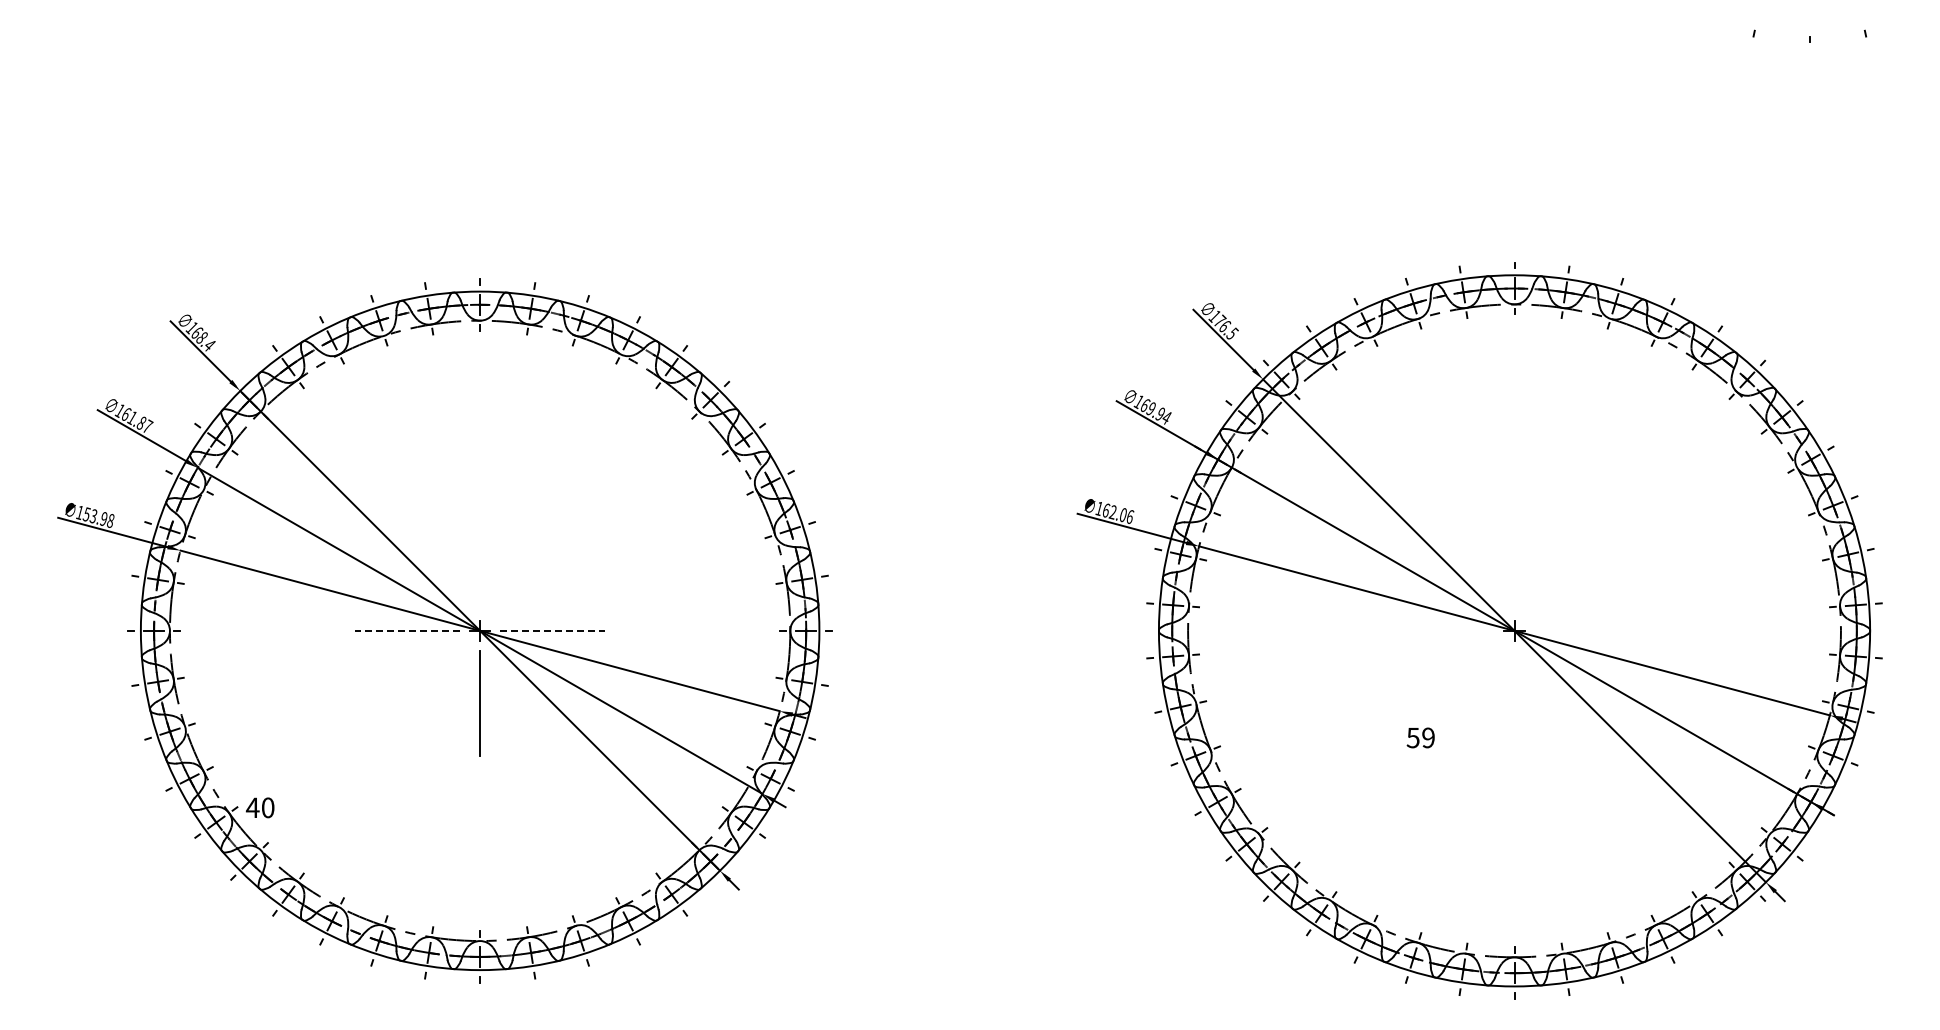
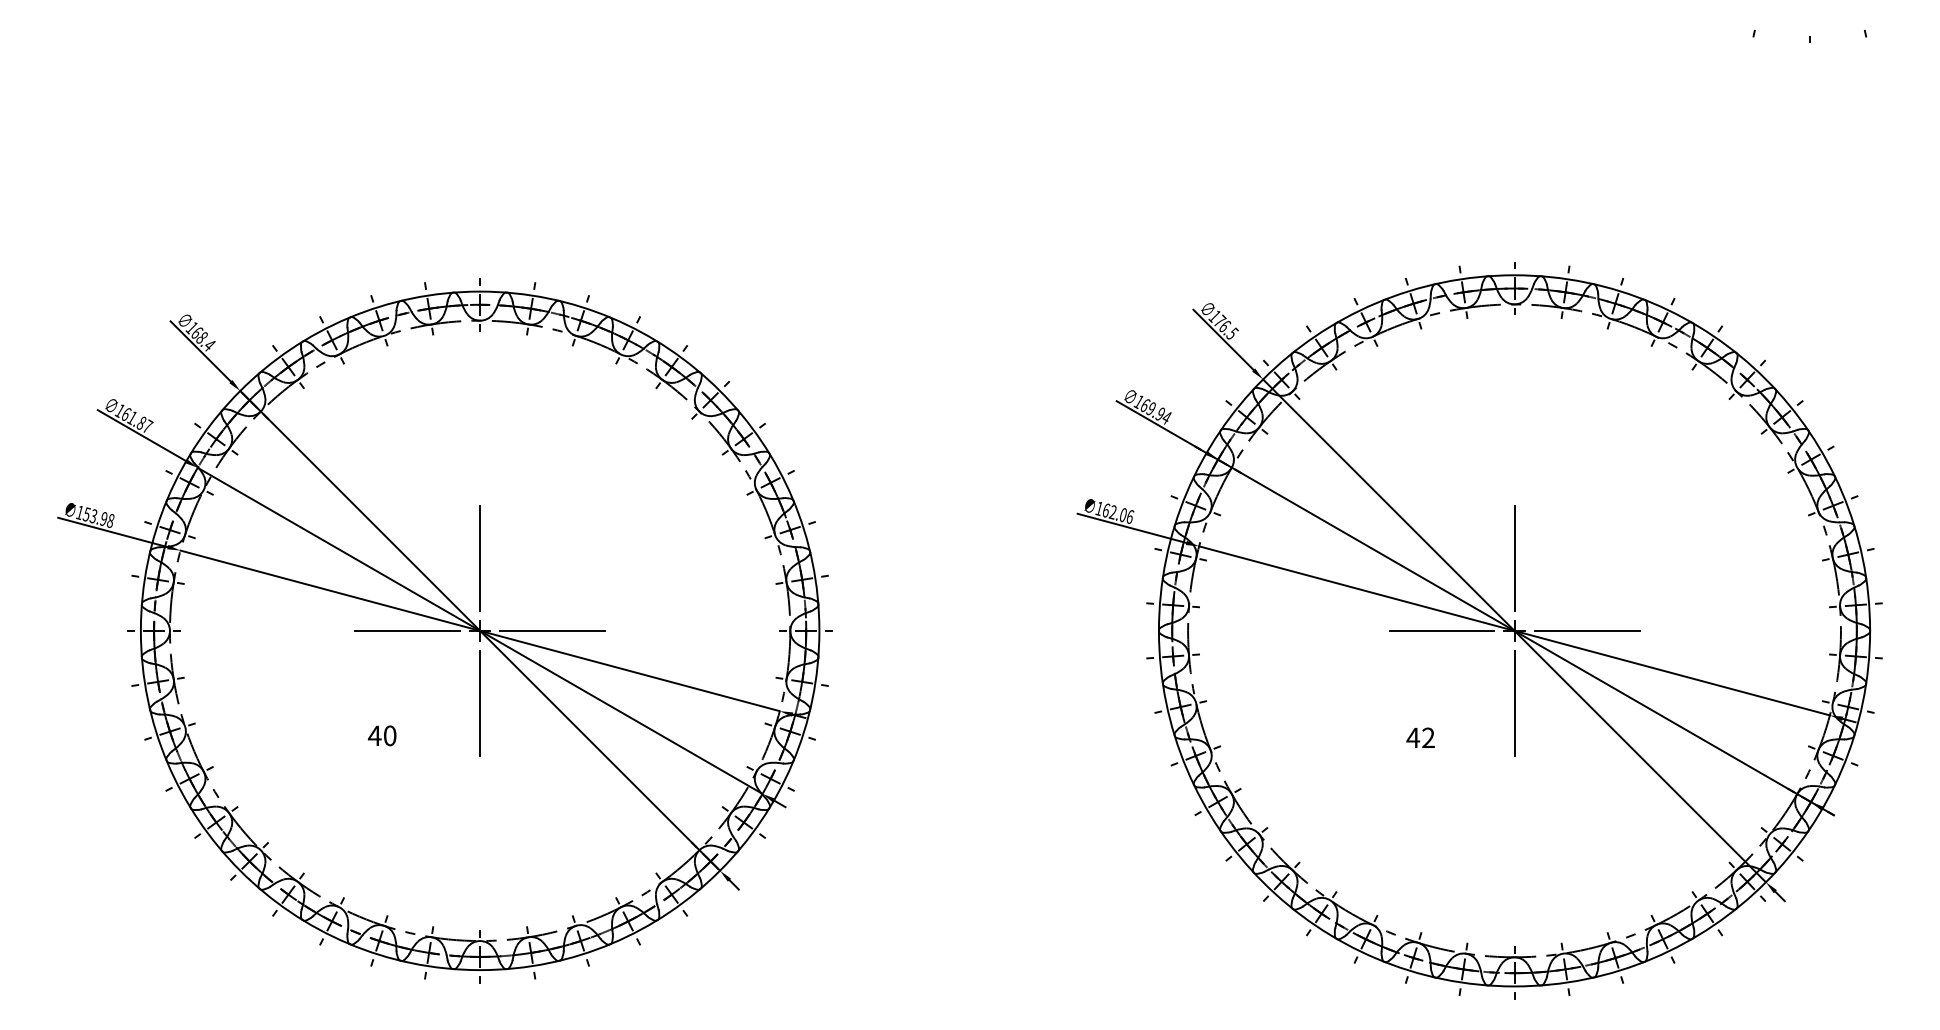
line at (1514, 557): none -> present
line at (479, 558): none -> present
line at (407, 630): dashed -> solid
line at (553, 630): dashed -> solid
line at (1441, 630): none -> present
line at (1586, 630): none -> present
line at (1514, 703): none -> present
text at (1420, 738): 59 -> 42
text at (259, 807) position: (259, 807) -> (381, 735)
